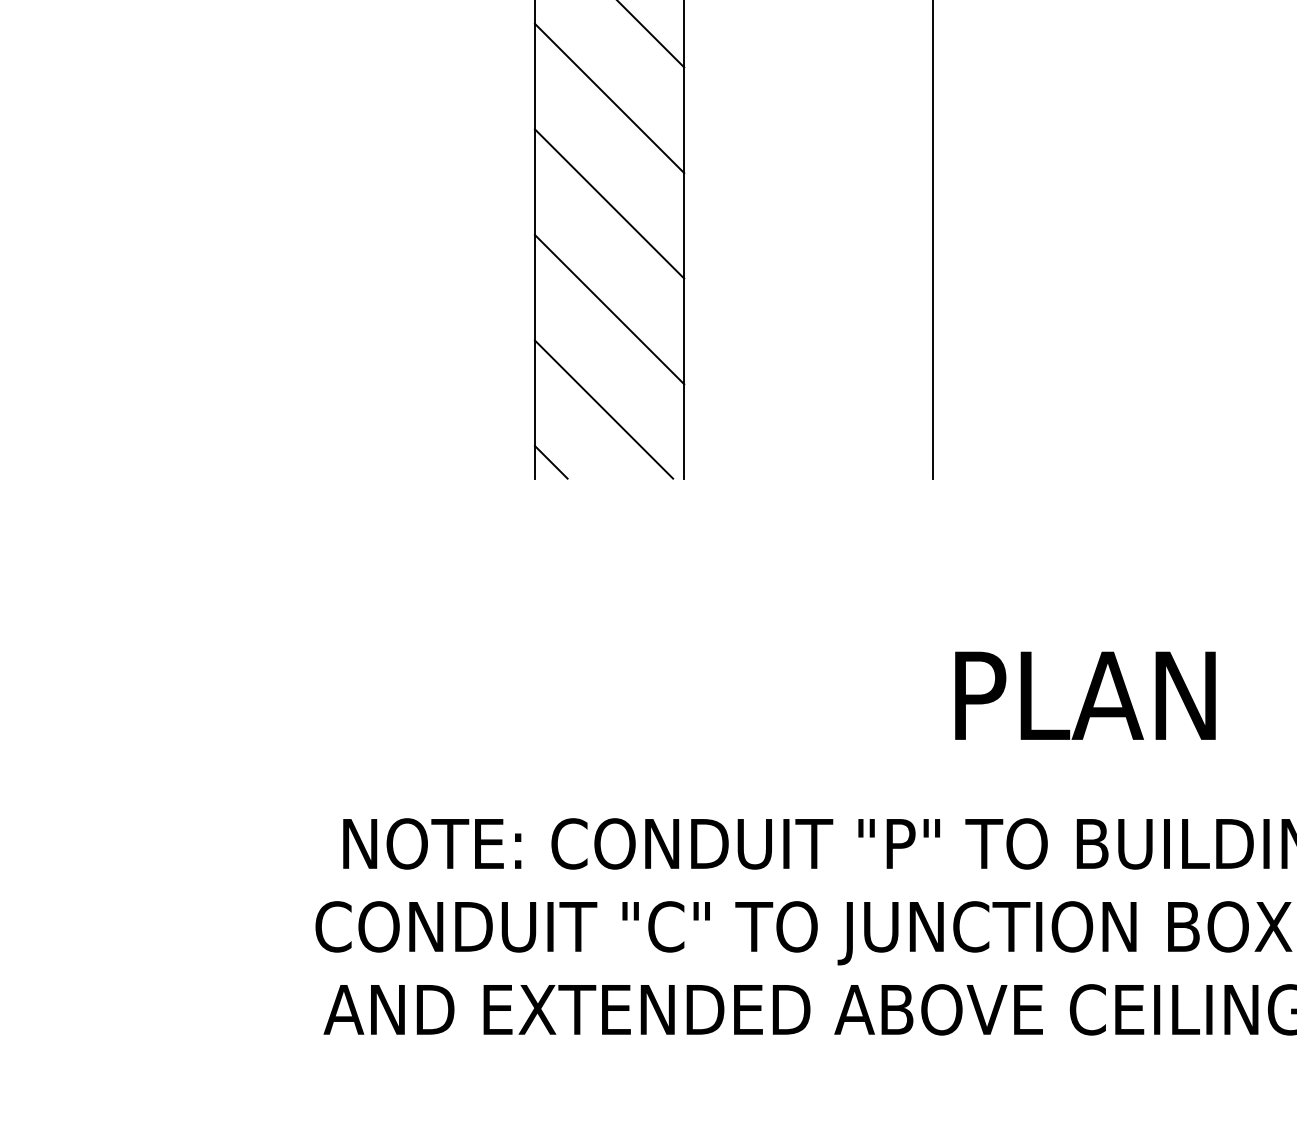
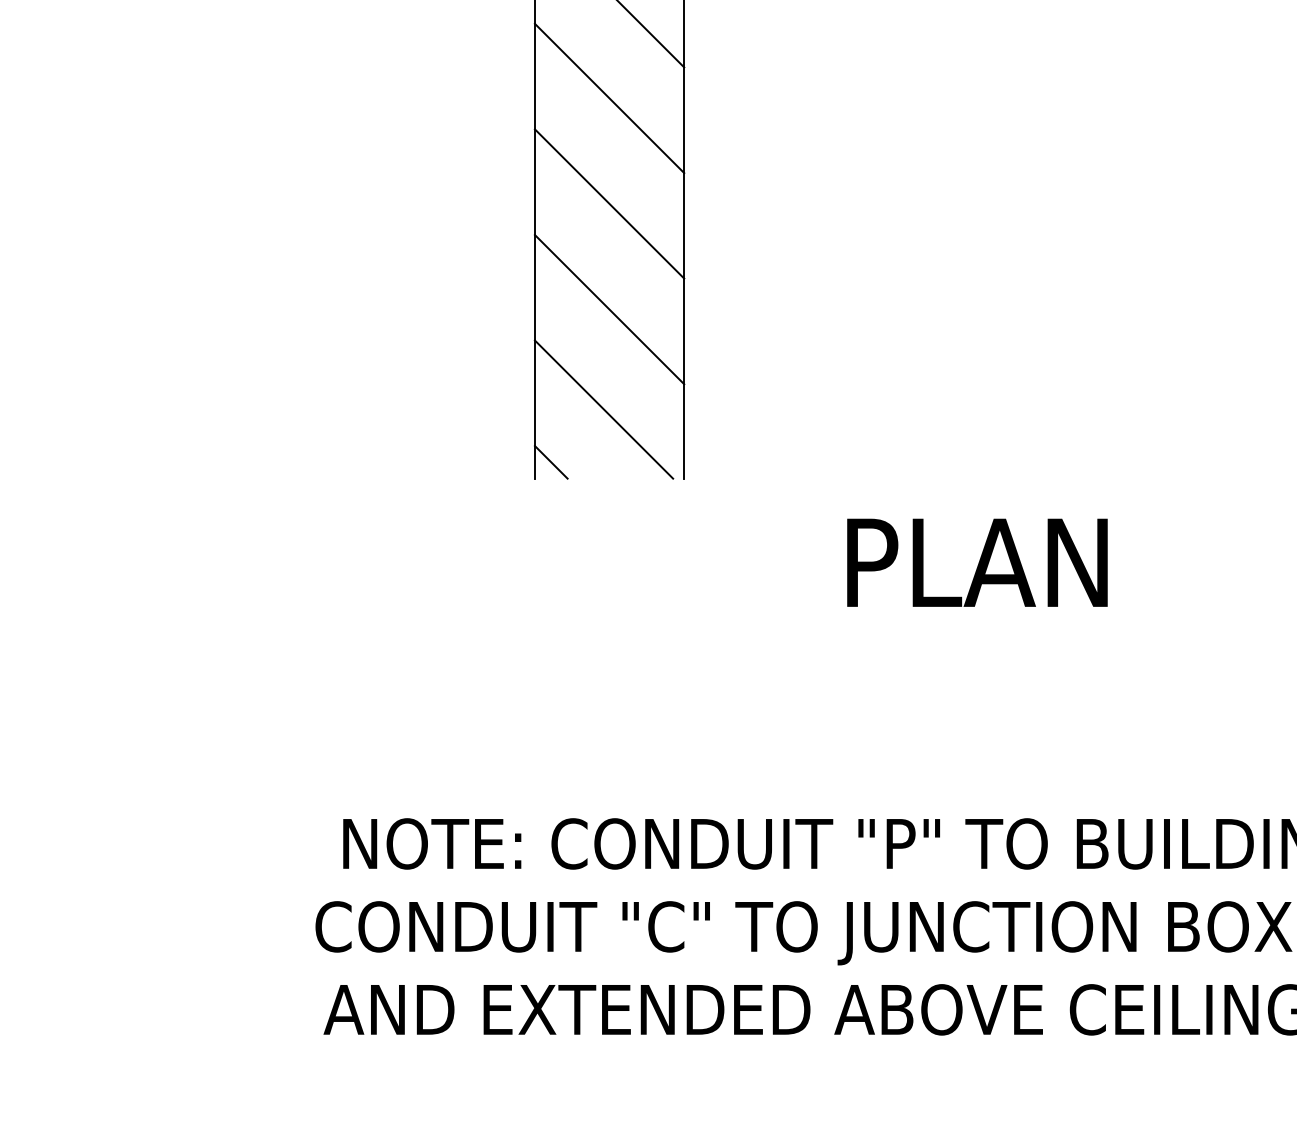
line at (933, 240): present -> none
text at (1085, 695) position: (1085, 695) -> (977, 562)
